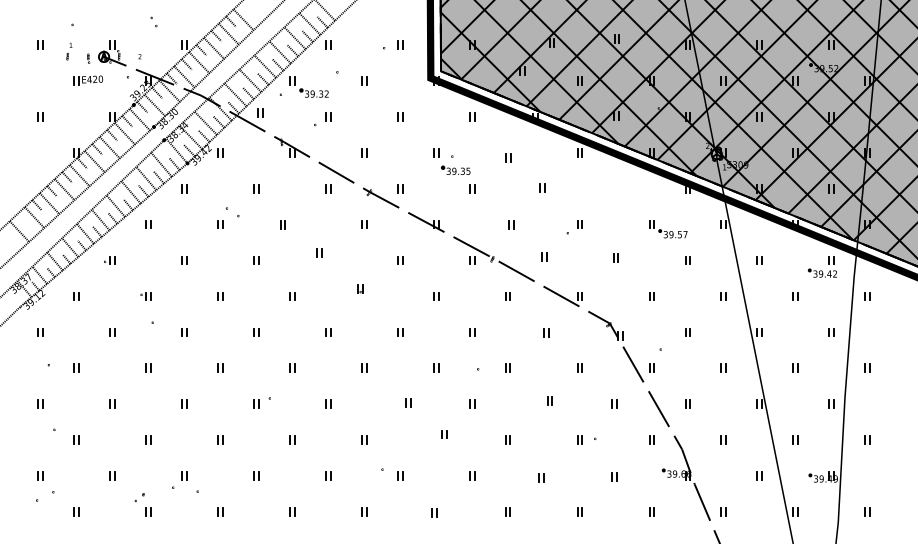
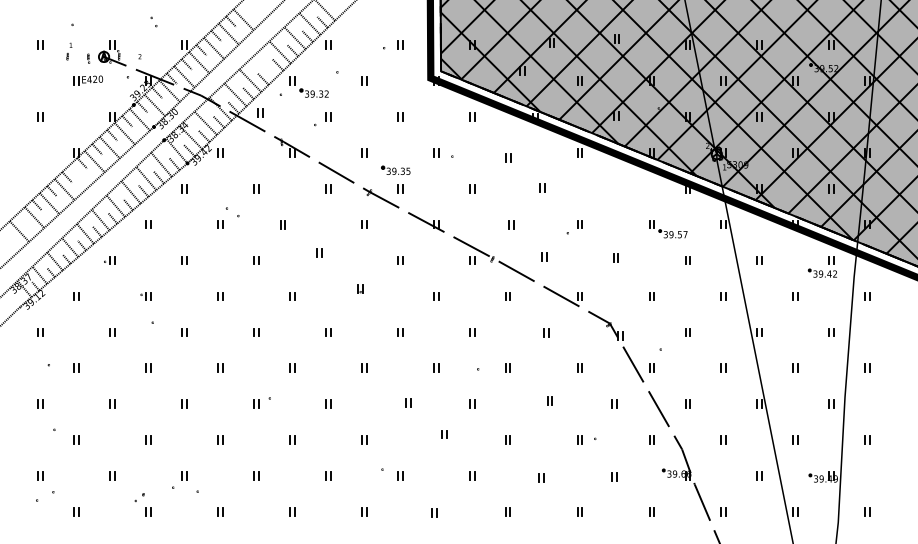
line at (265, 66): present -> none
part at (455, 169) position: (455, 169) -> (395, 169)
line at (79, 175): present -> none
